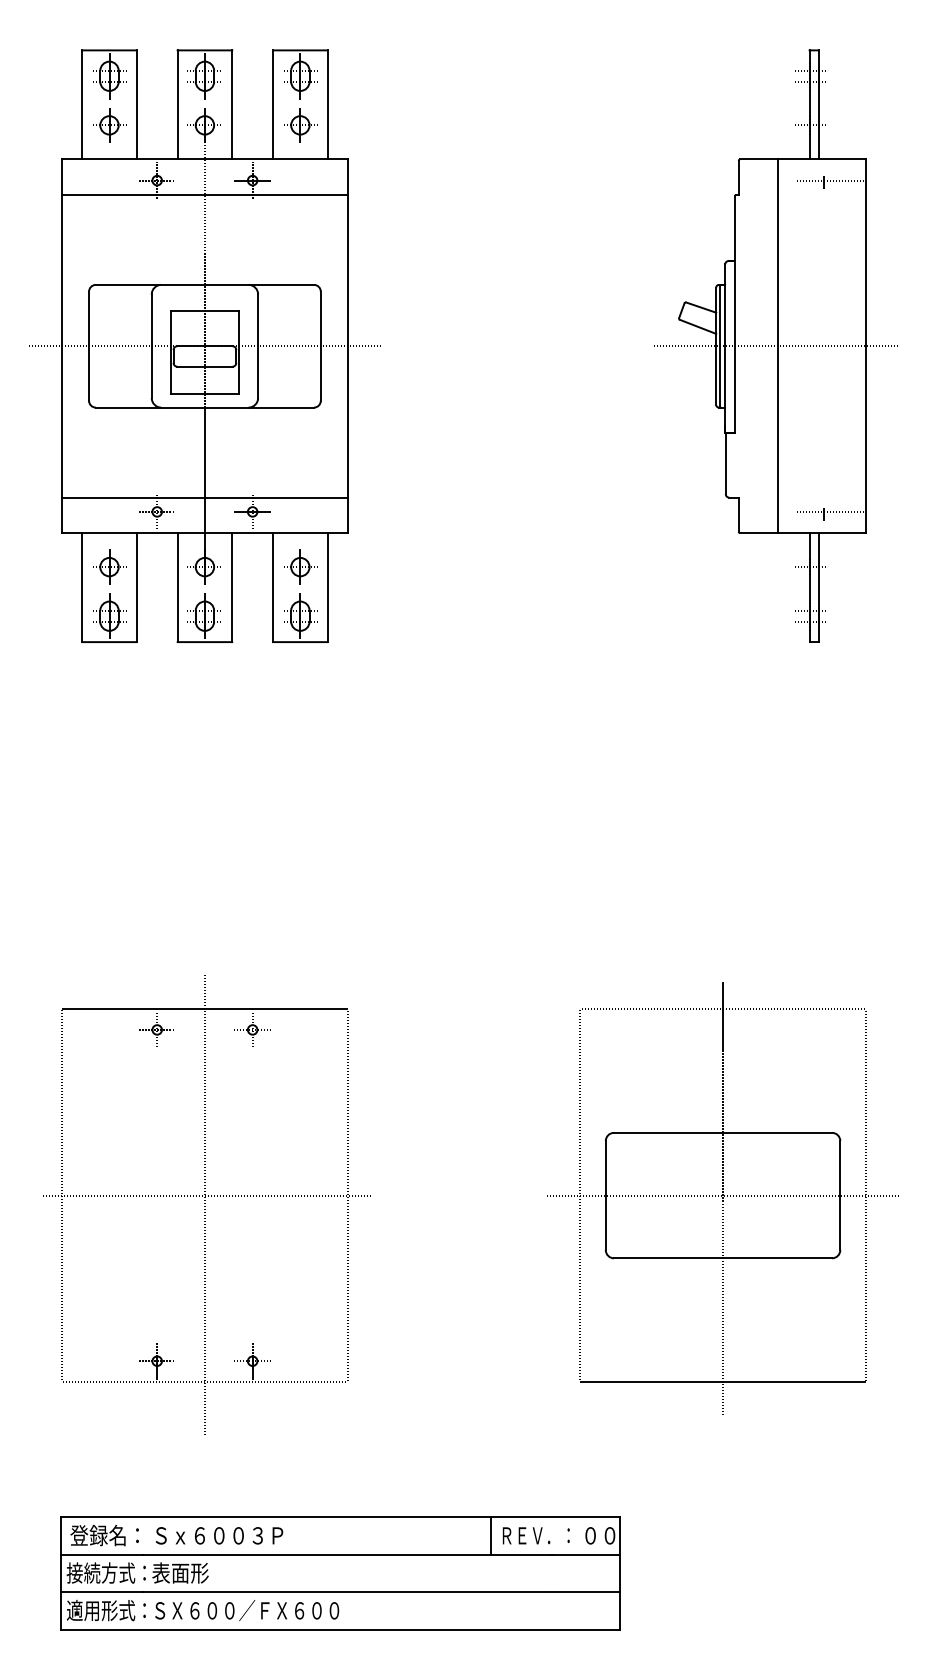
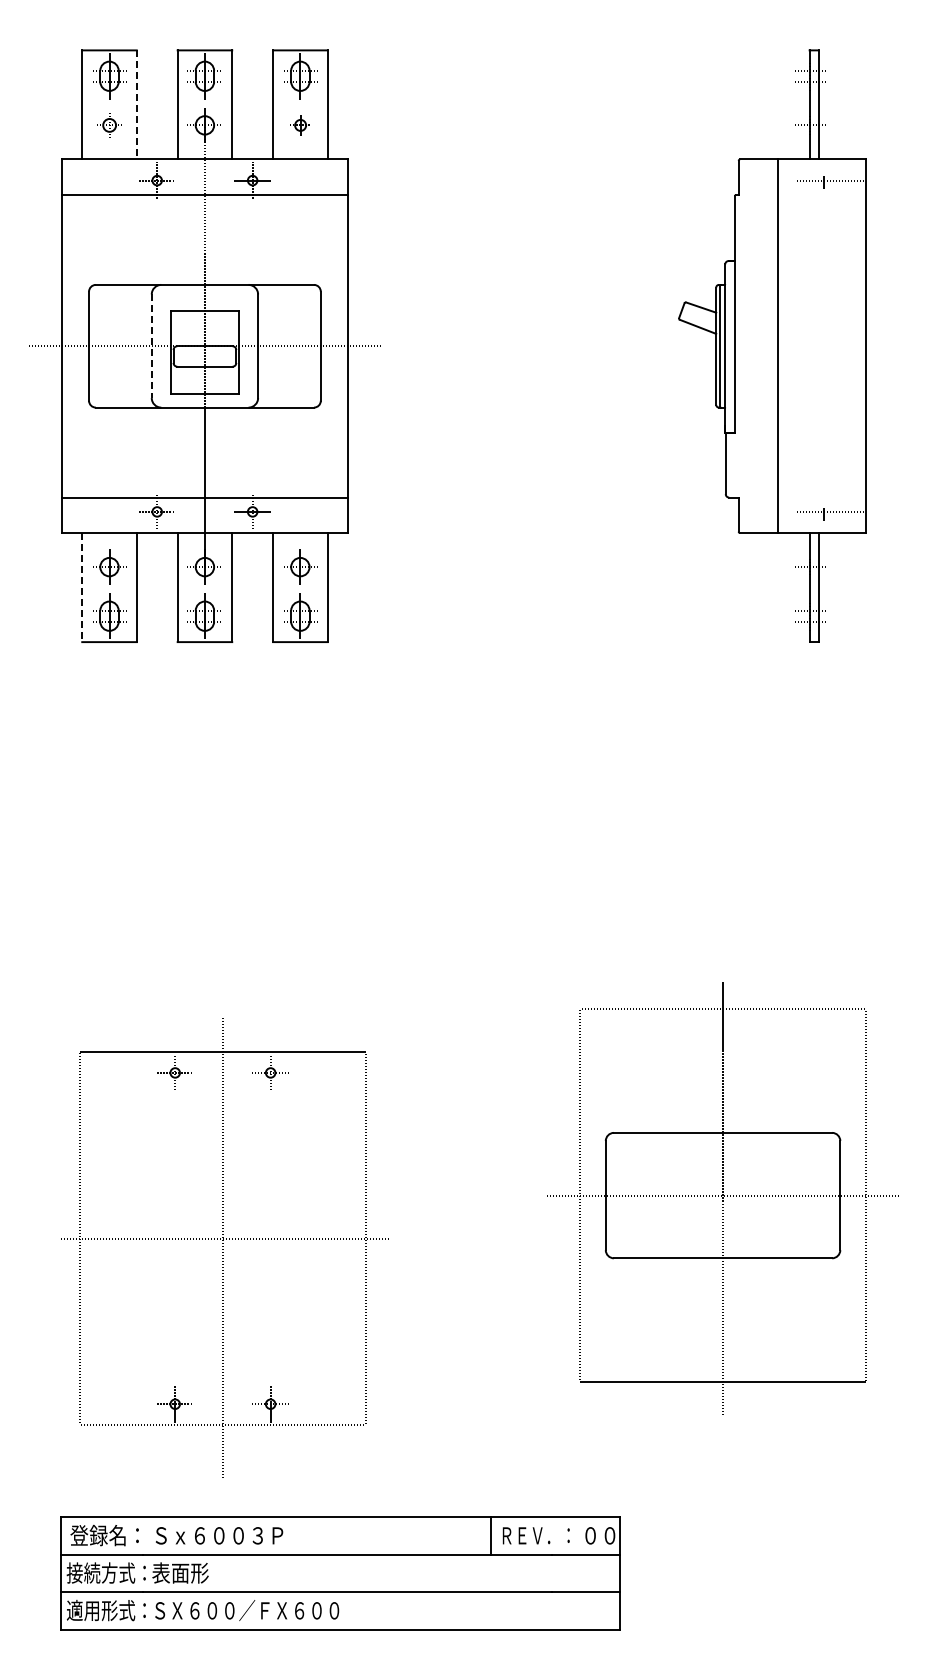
line at (136, 104): solid -> dashed
part at (109, 125) size: 34x35 px -> 25x25 px
part at (300, 125) size: 34x35 px -> 20x21 px
line at (151, 346): solid -> dashed
line at (776, 346): present -> none
line at (82, 587): solid -> dashed
part at (206, 1204) position: (206, 1204) -> (224, 1247)
